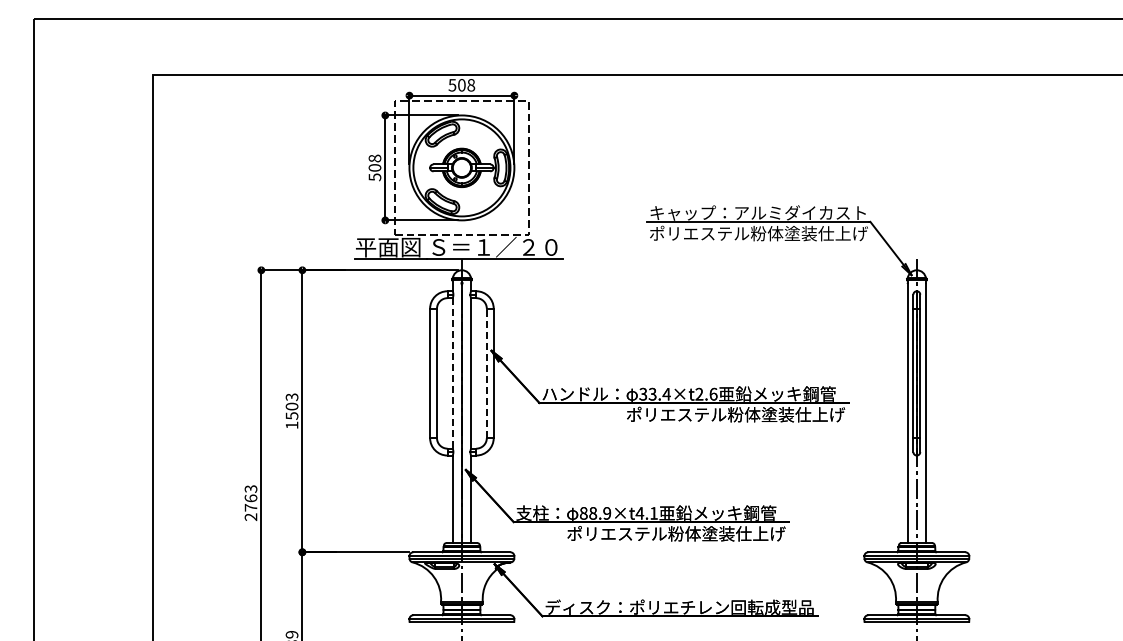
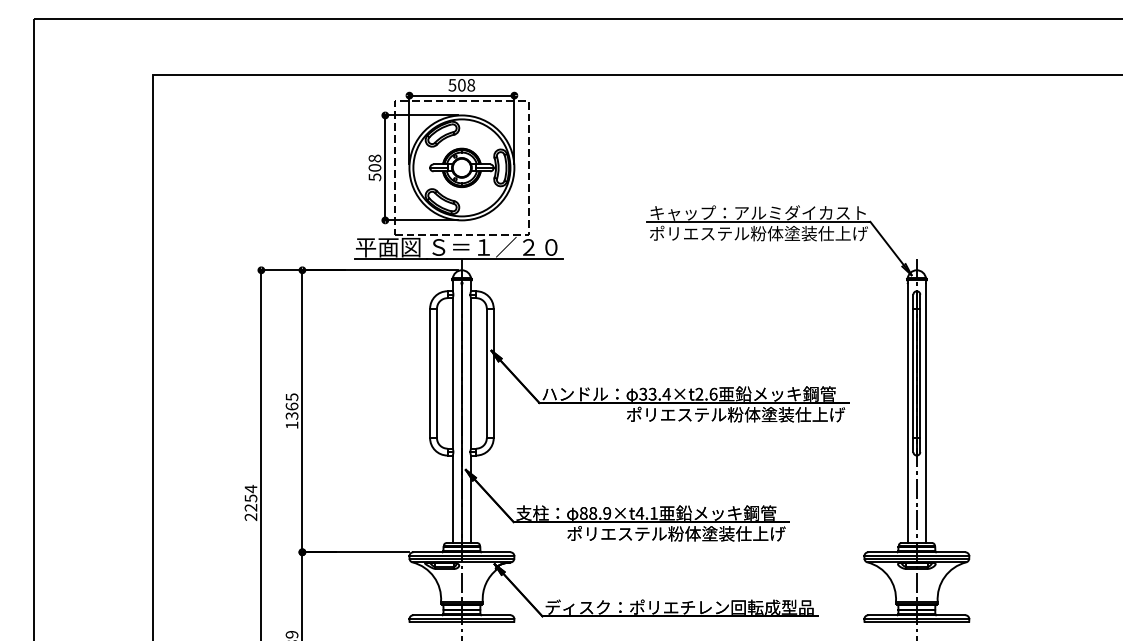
line at (452, 373): dashed -> solid
line at (486, 373): dashed -> solid
text at (291, 406): 1503 -> 1365
text at (250, 497): 2763 -> 2254
